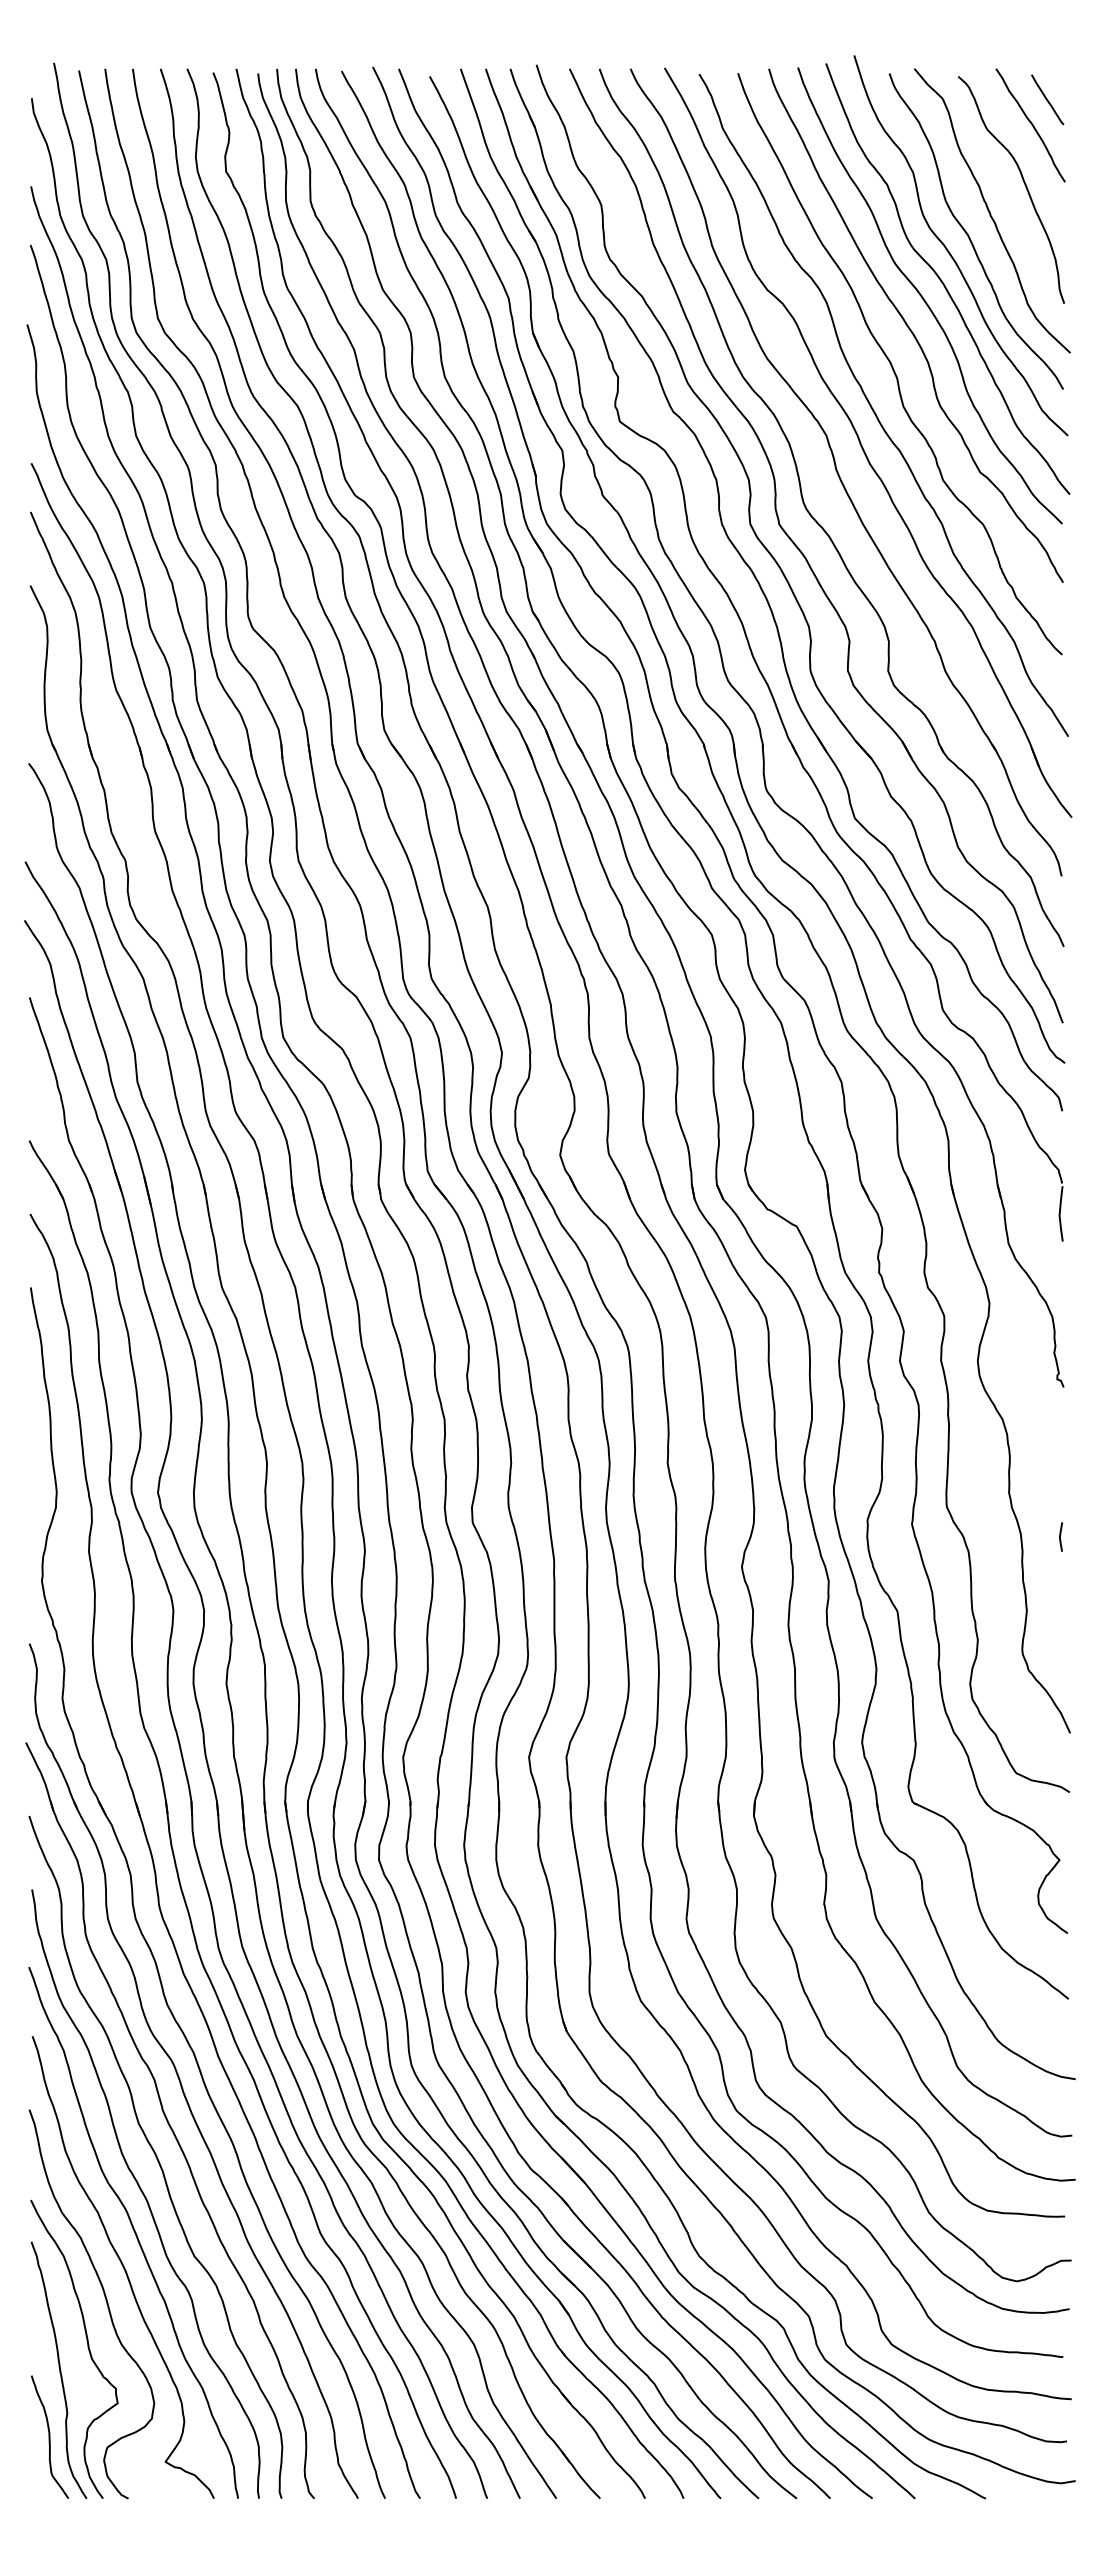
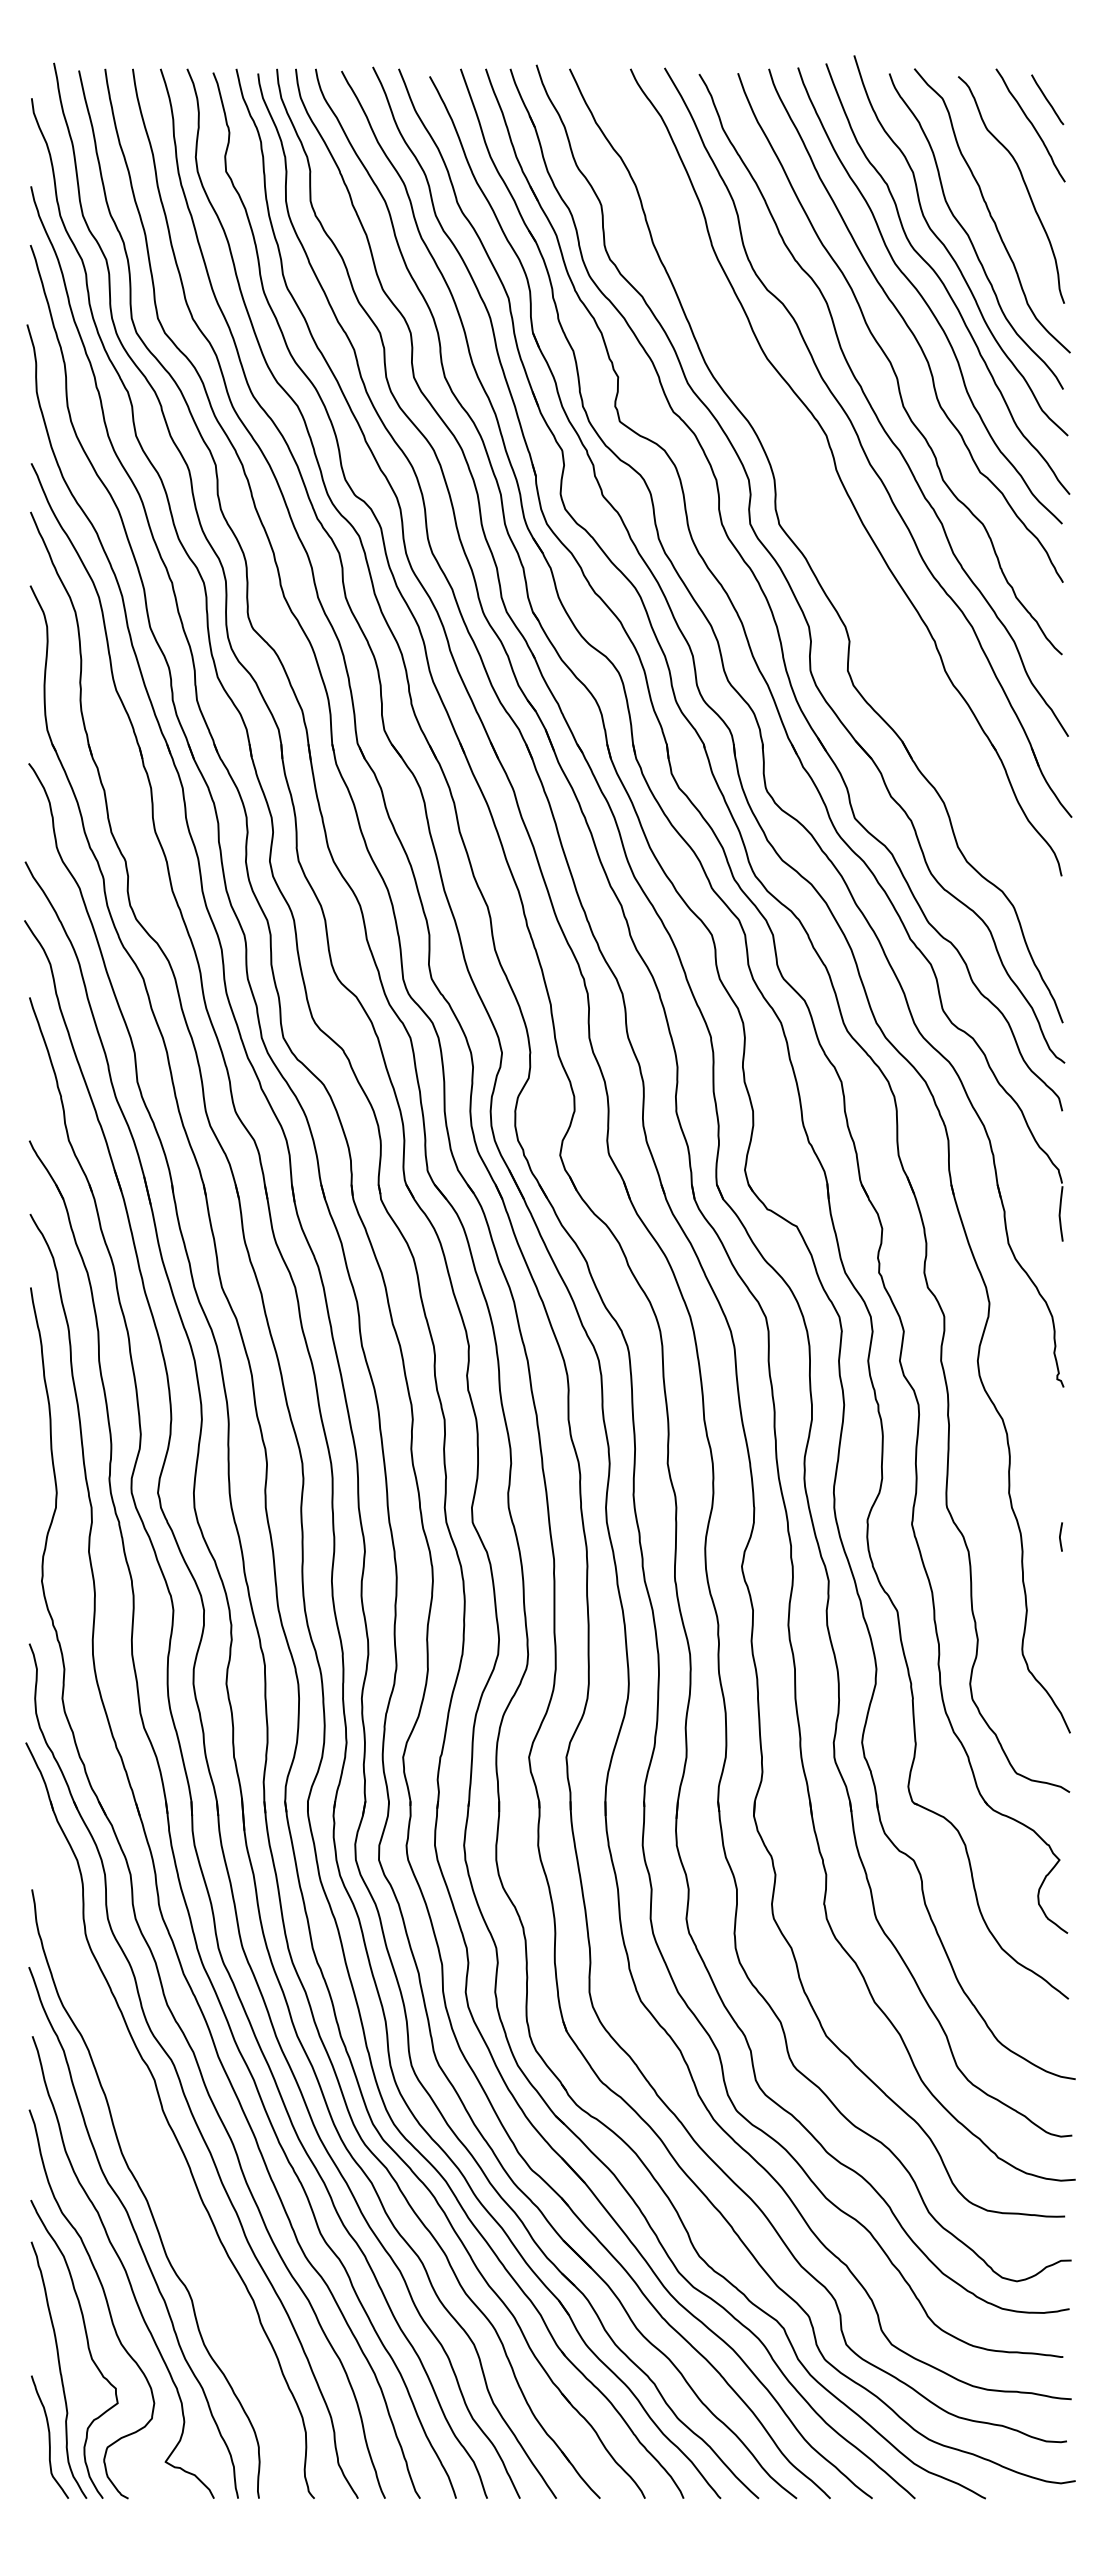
part at (817, 521): present -> none
curve at (155, 2157): present -> none
